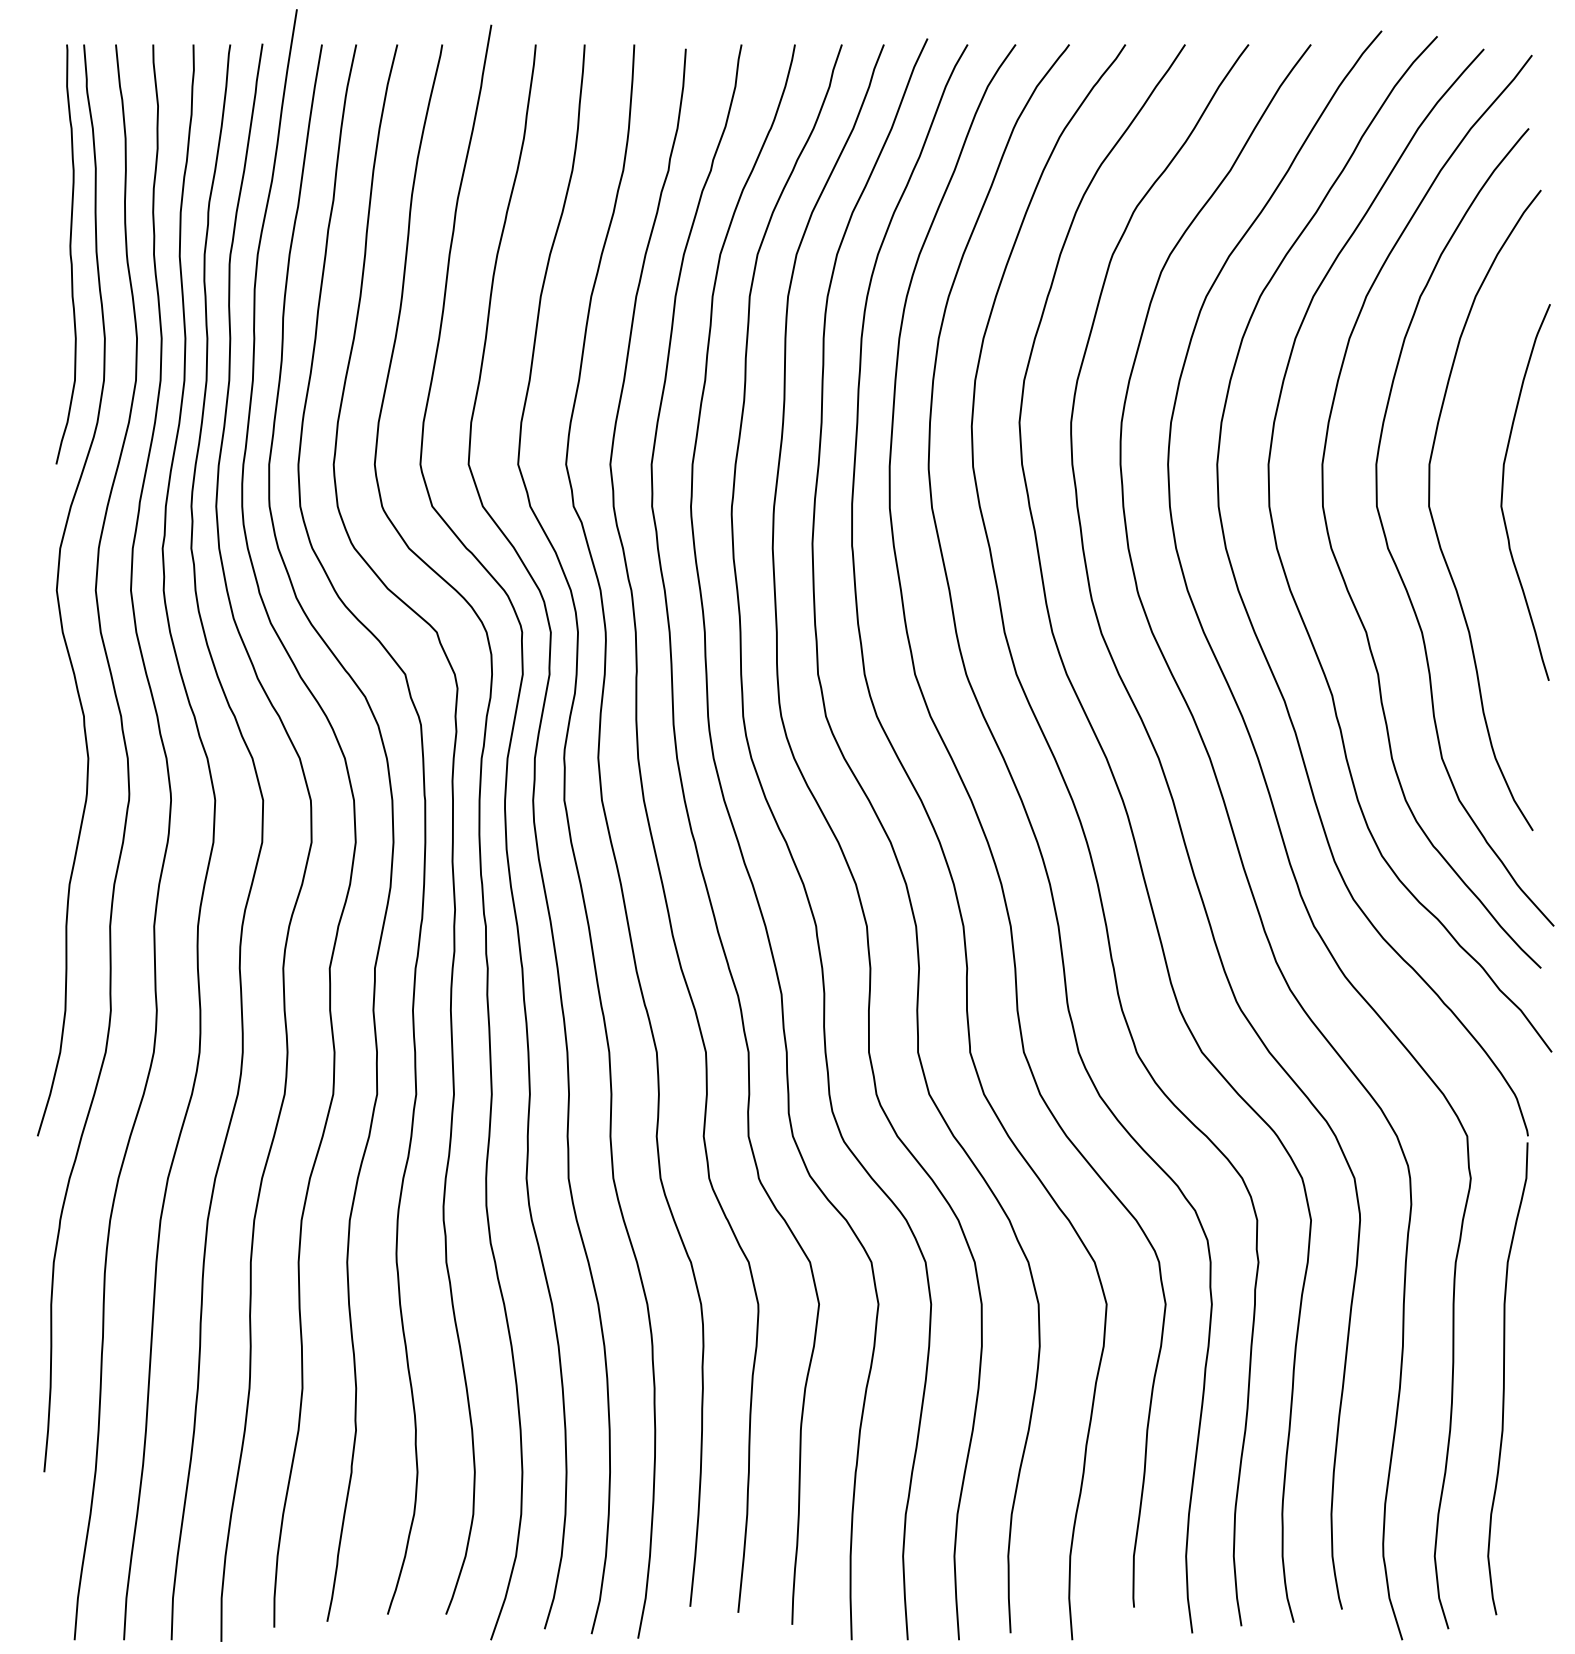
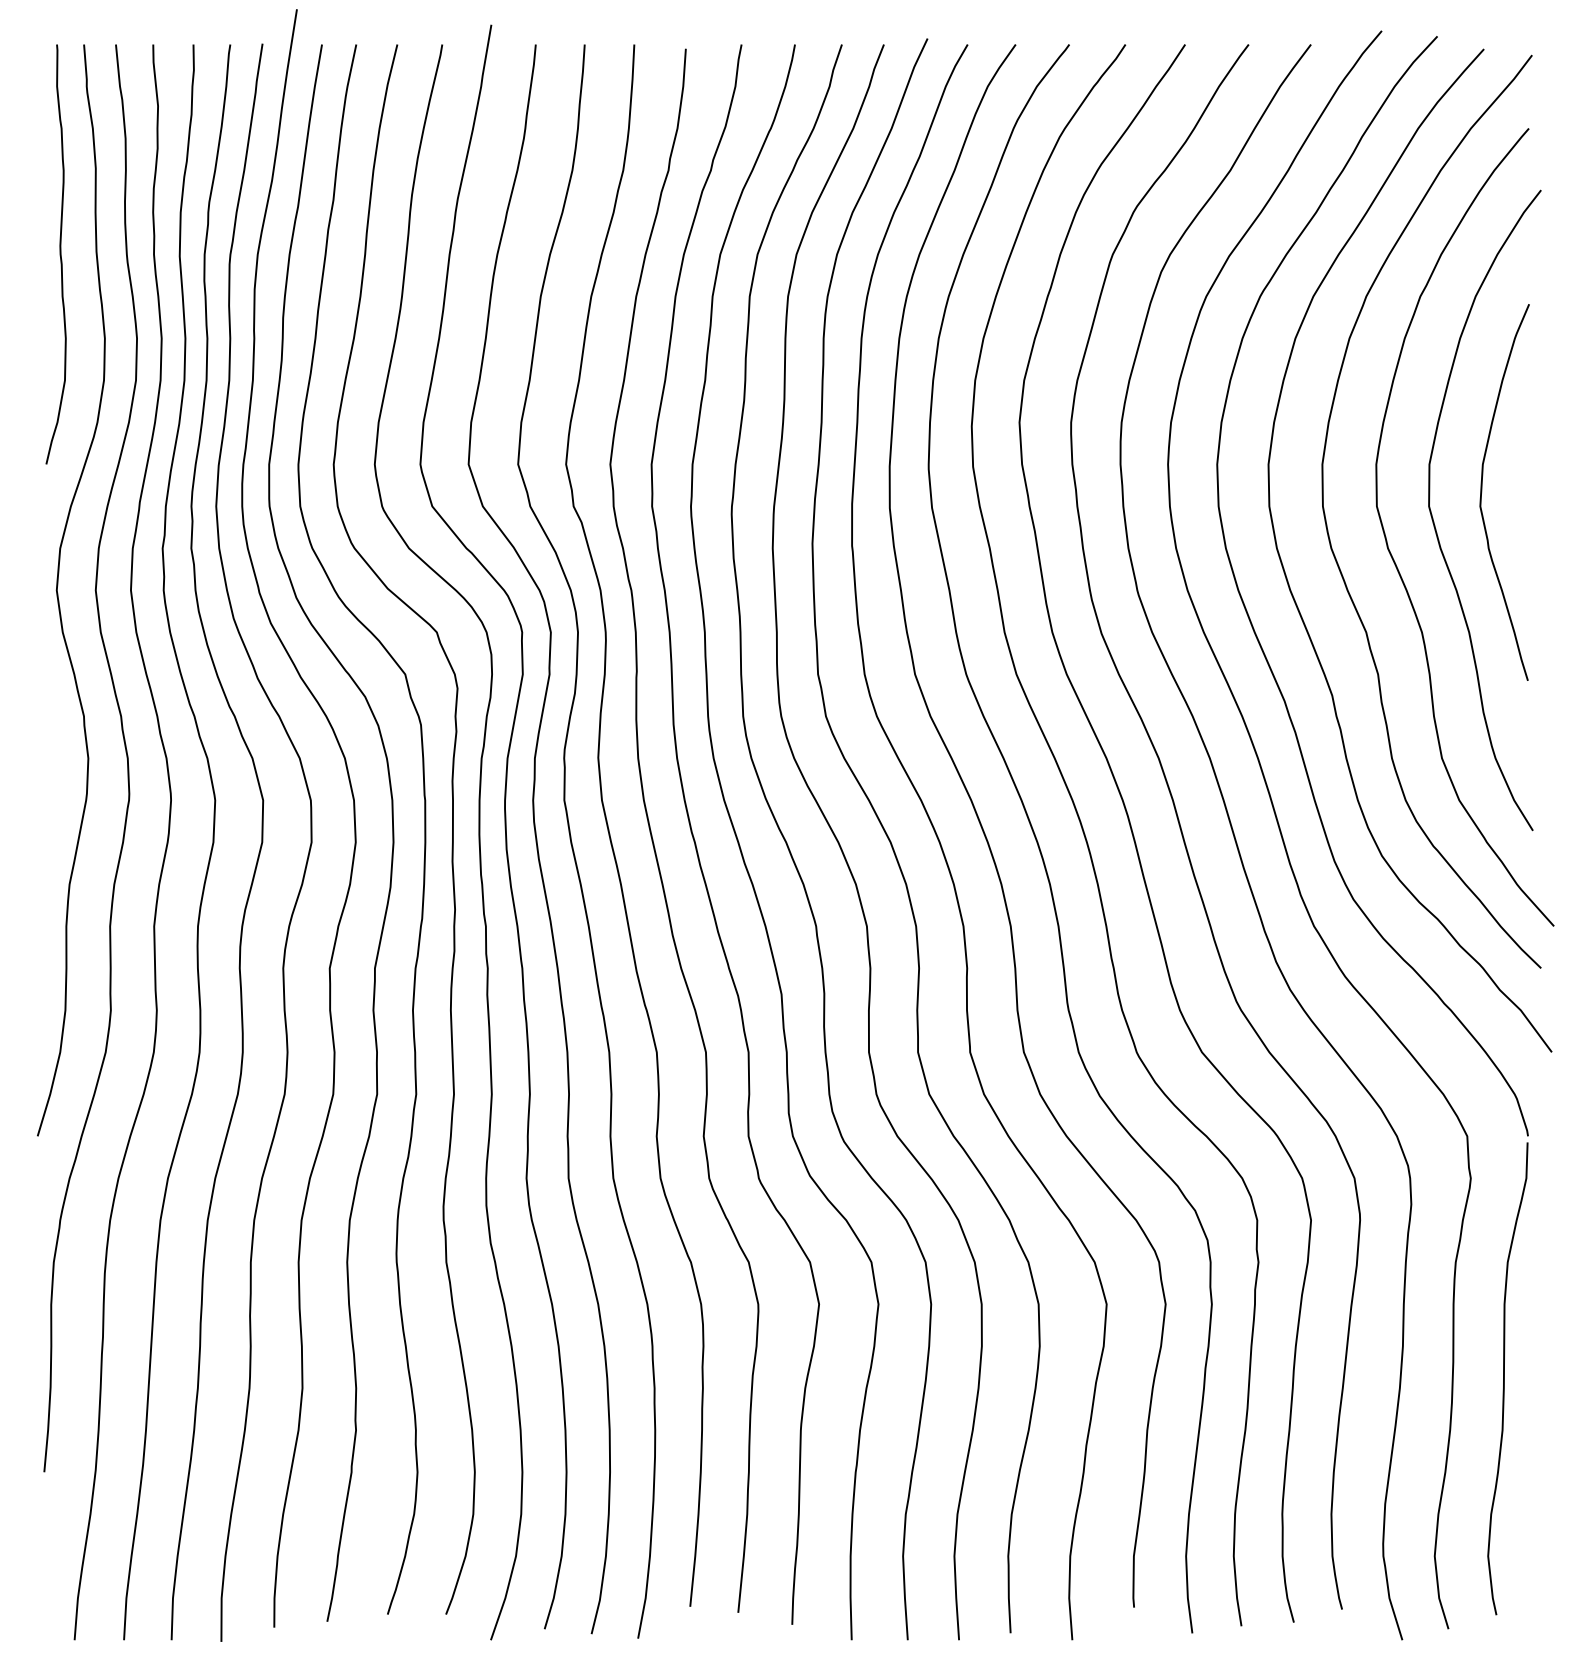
curve at (69, 254) position: (69, 254) -> (59, 254)
curve at (1503, 492) position: (1503, 492) -> (1482, 492)
